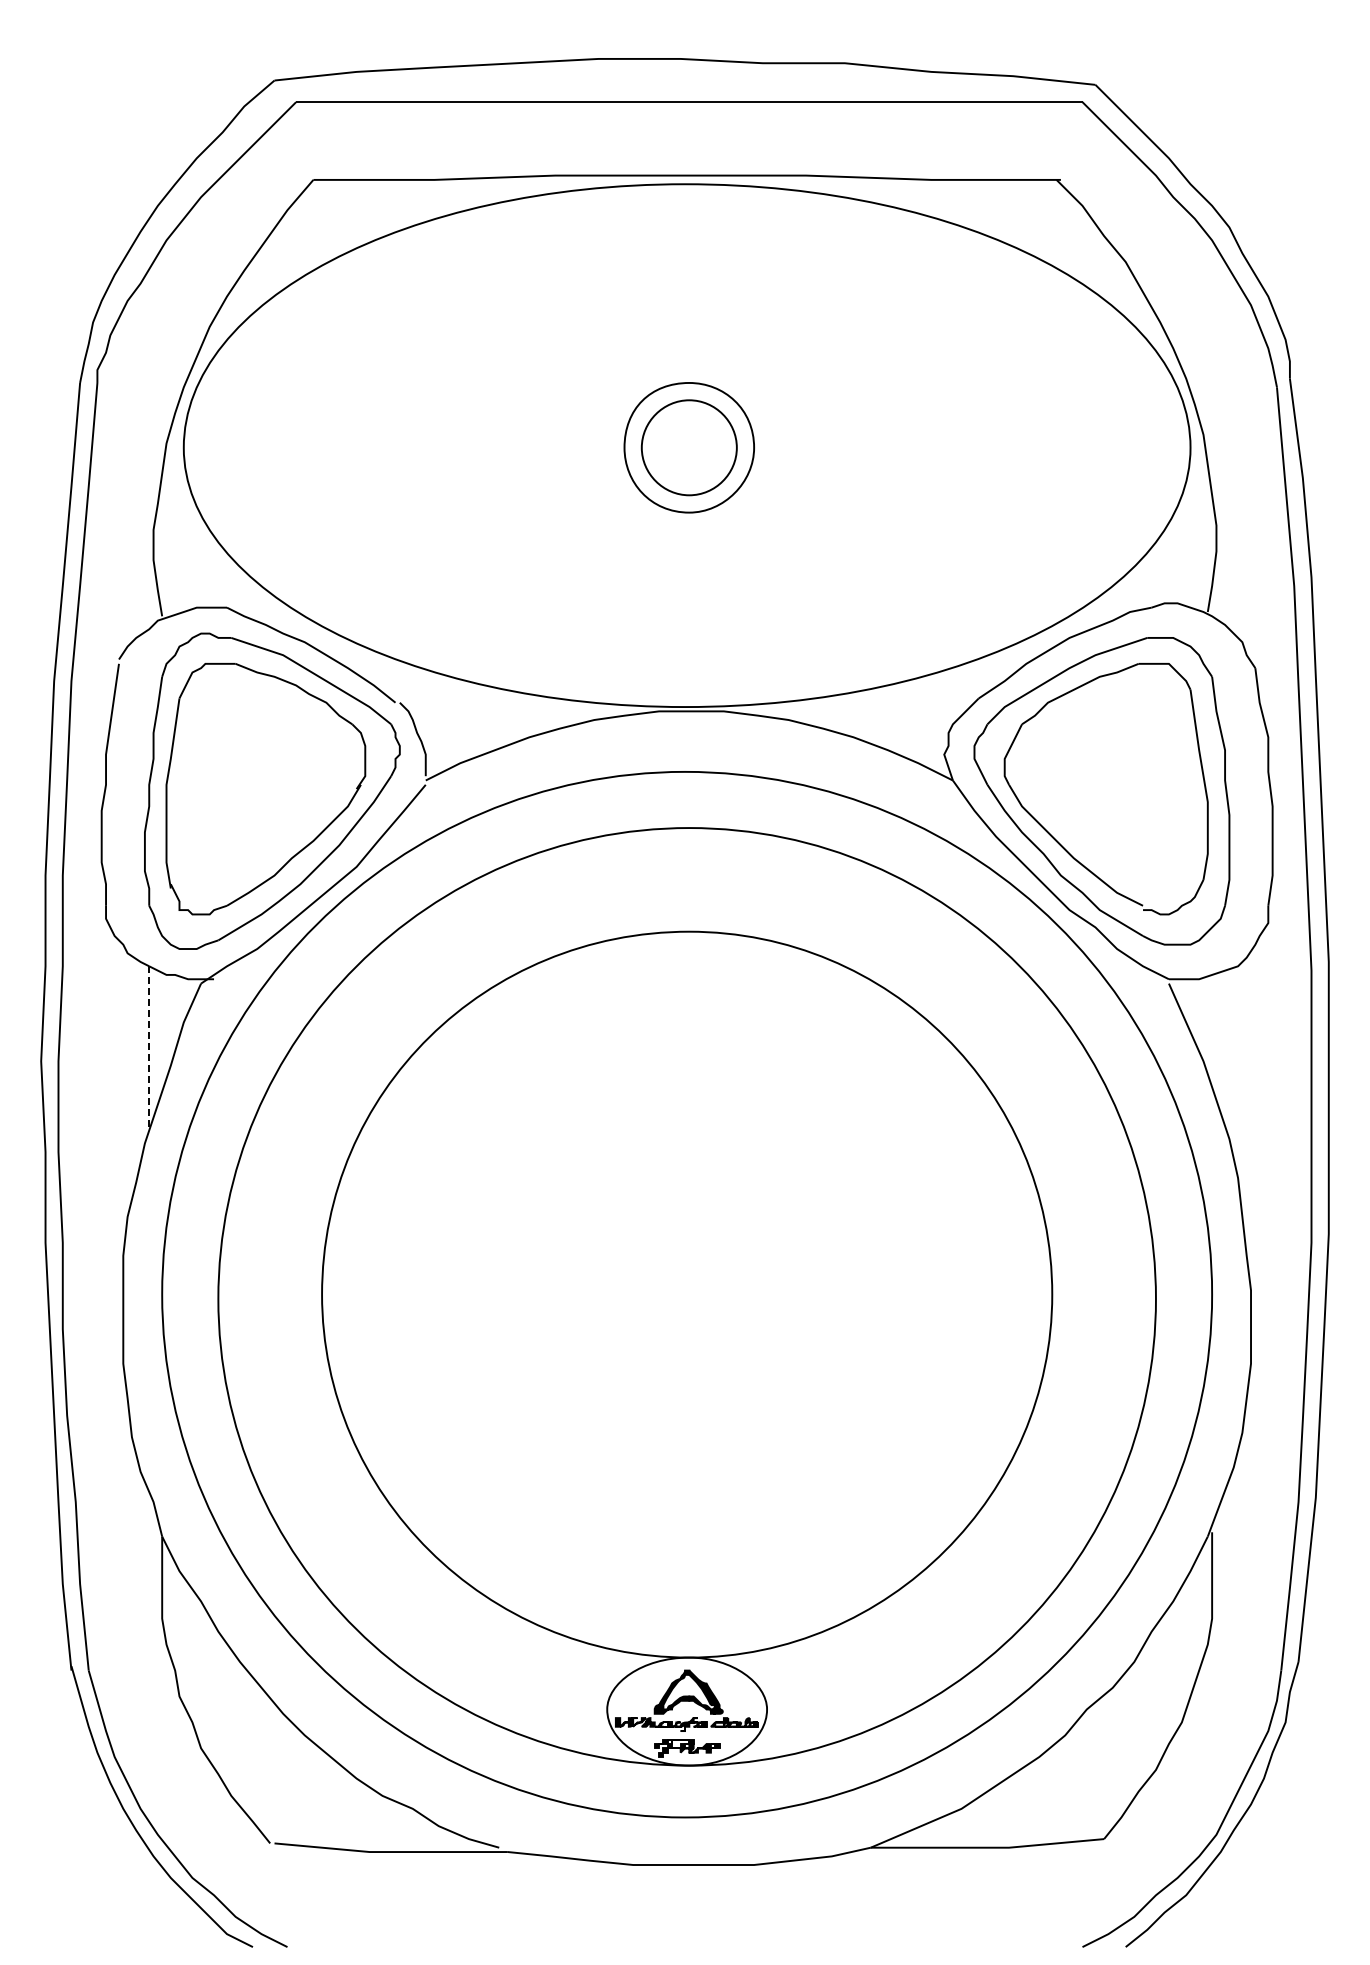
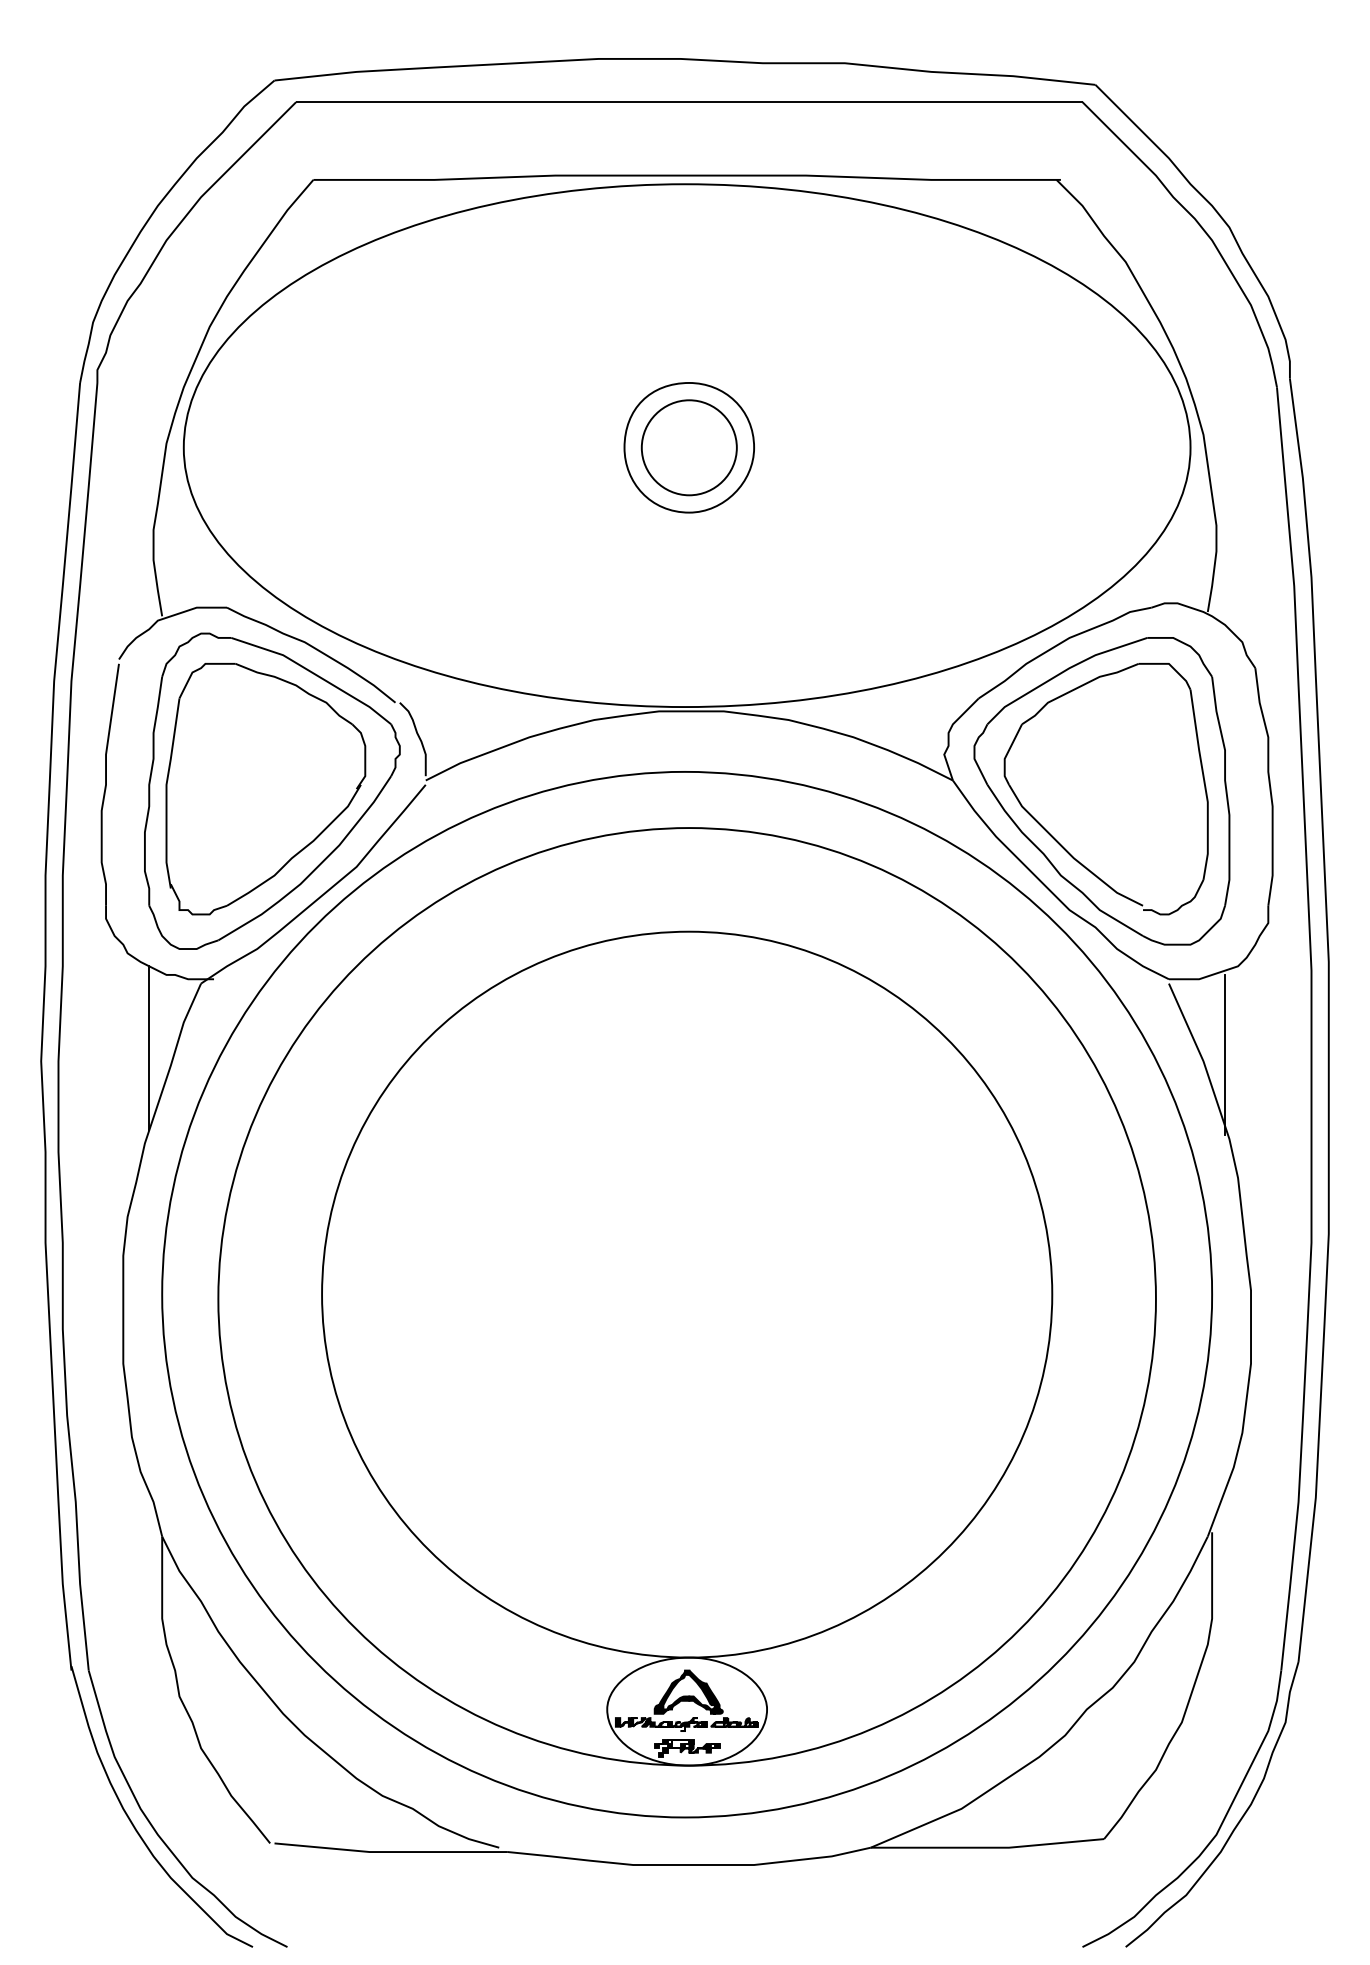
line at (149, 1048): dashed -> solid
line at (1225, 1054): none -> present
